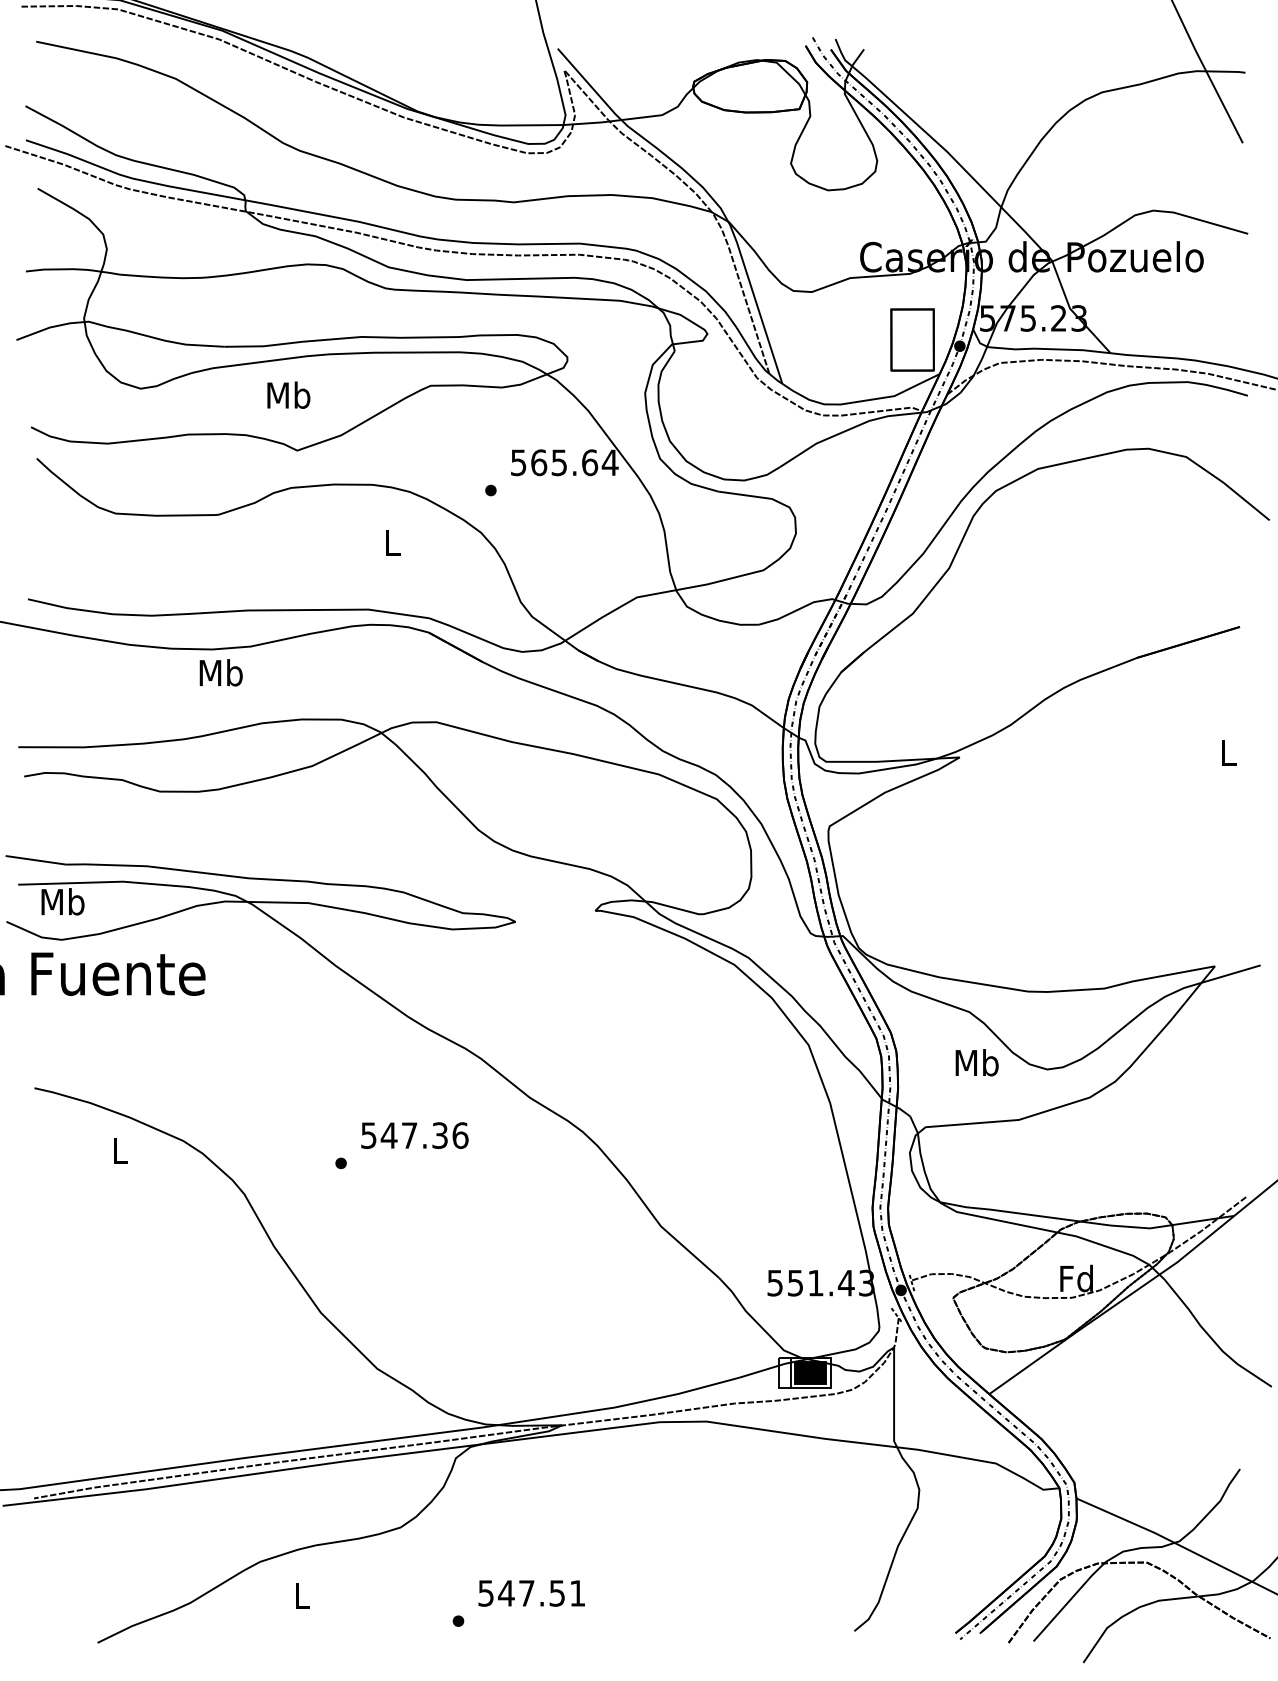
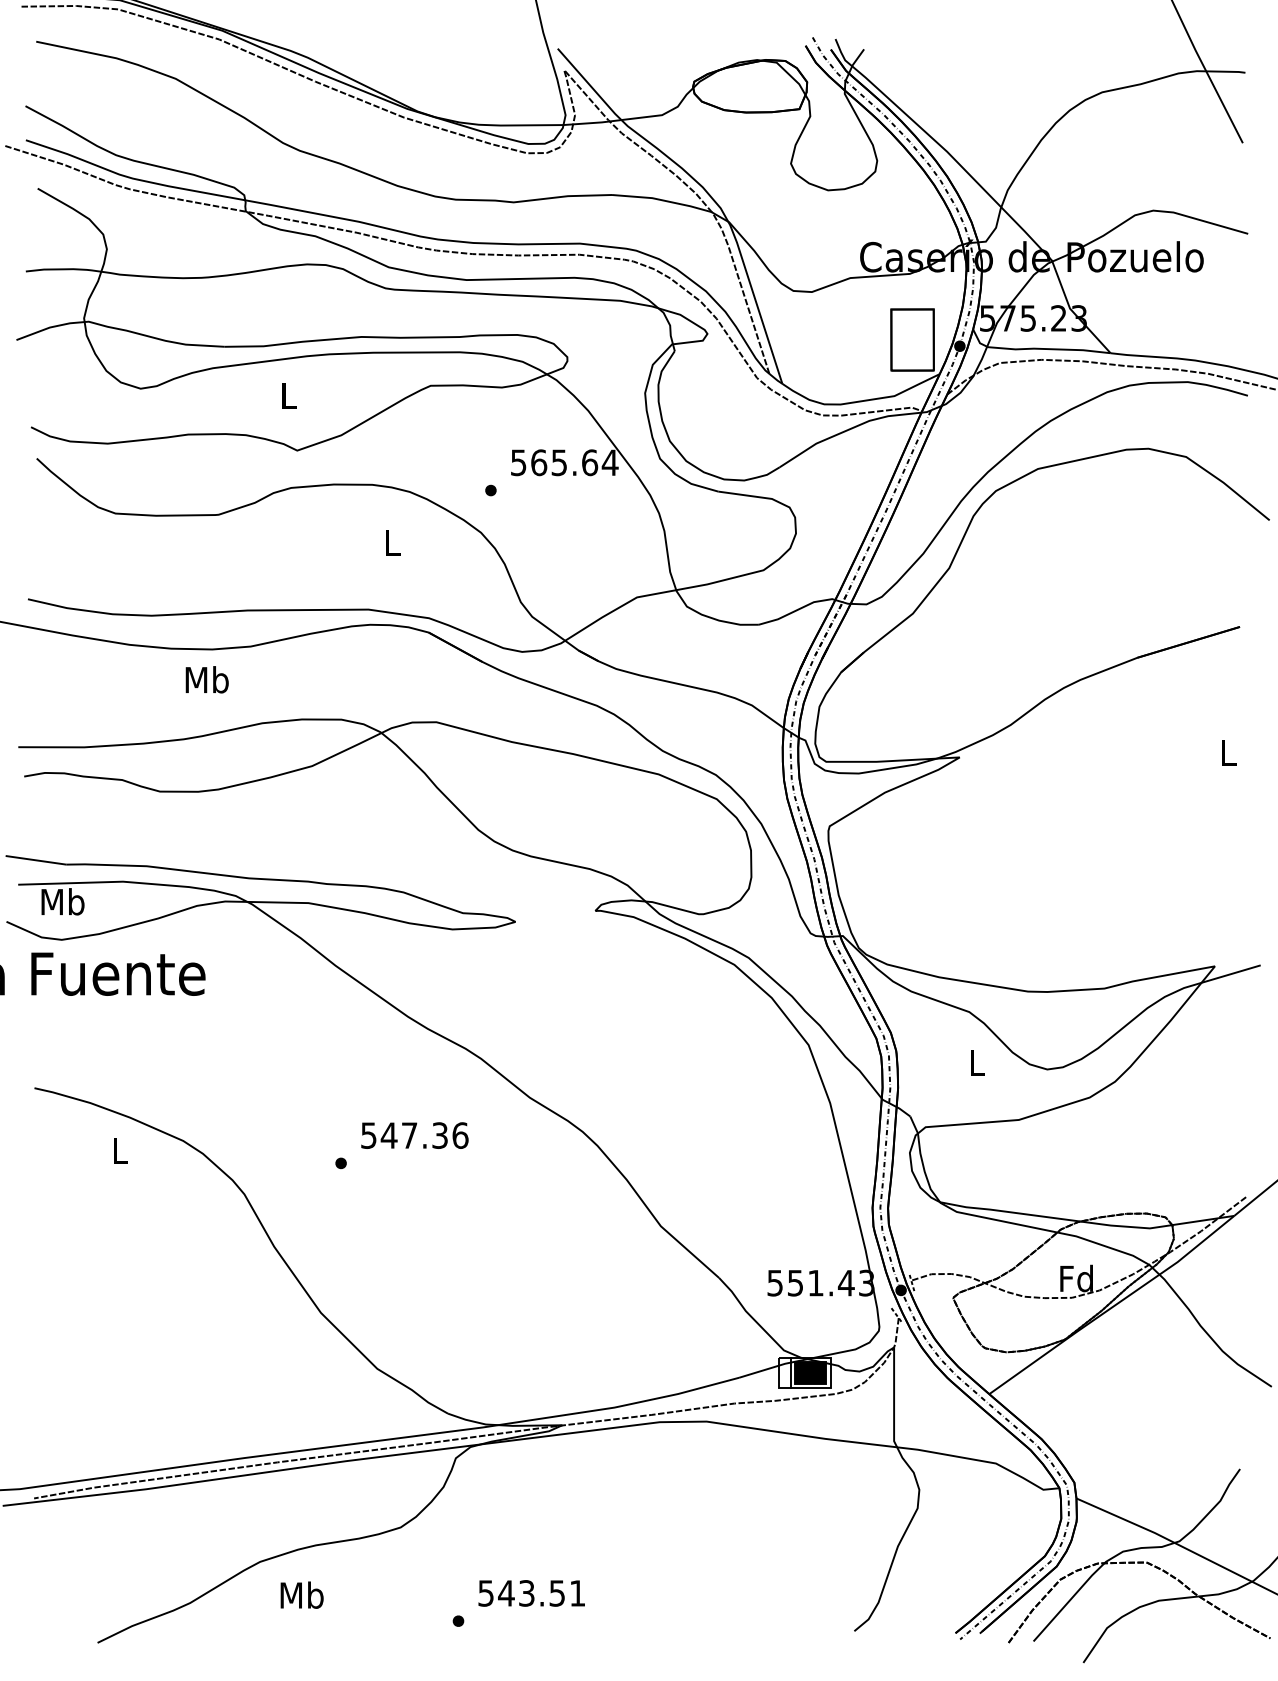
text at (288, 394): Mb -> L
text at (220, 672) position: (220, 672) -> (206, 679)
text at (976, 1062): Mb -> L
text at (526, 1593): 547.51 -> 543.51
text at (301, 1594): L -> Mb
